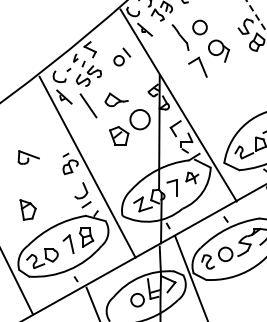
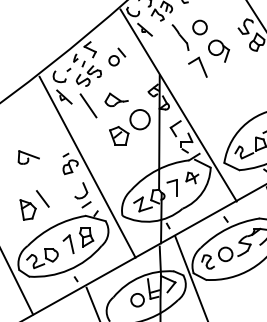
line at (256, 16): dashed -> solid
part at (122, 56) position: (122, 56) -> (117, 56)
line at (42, 198): none -> present
